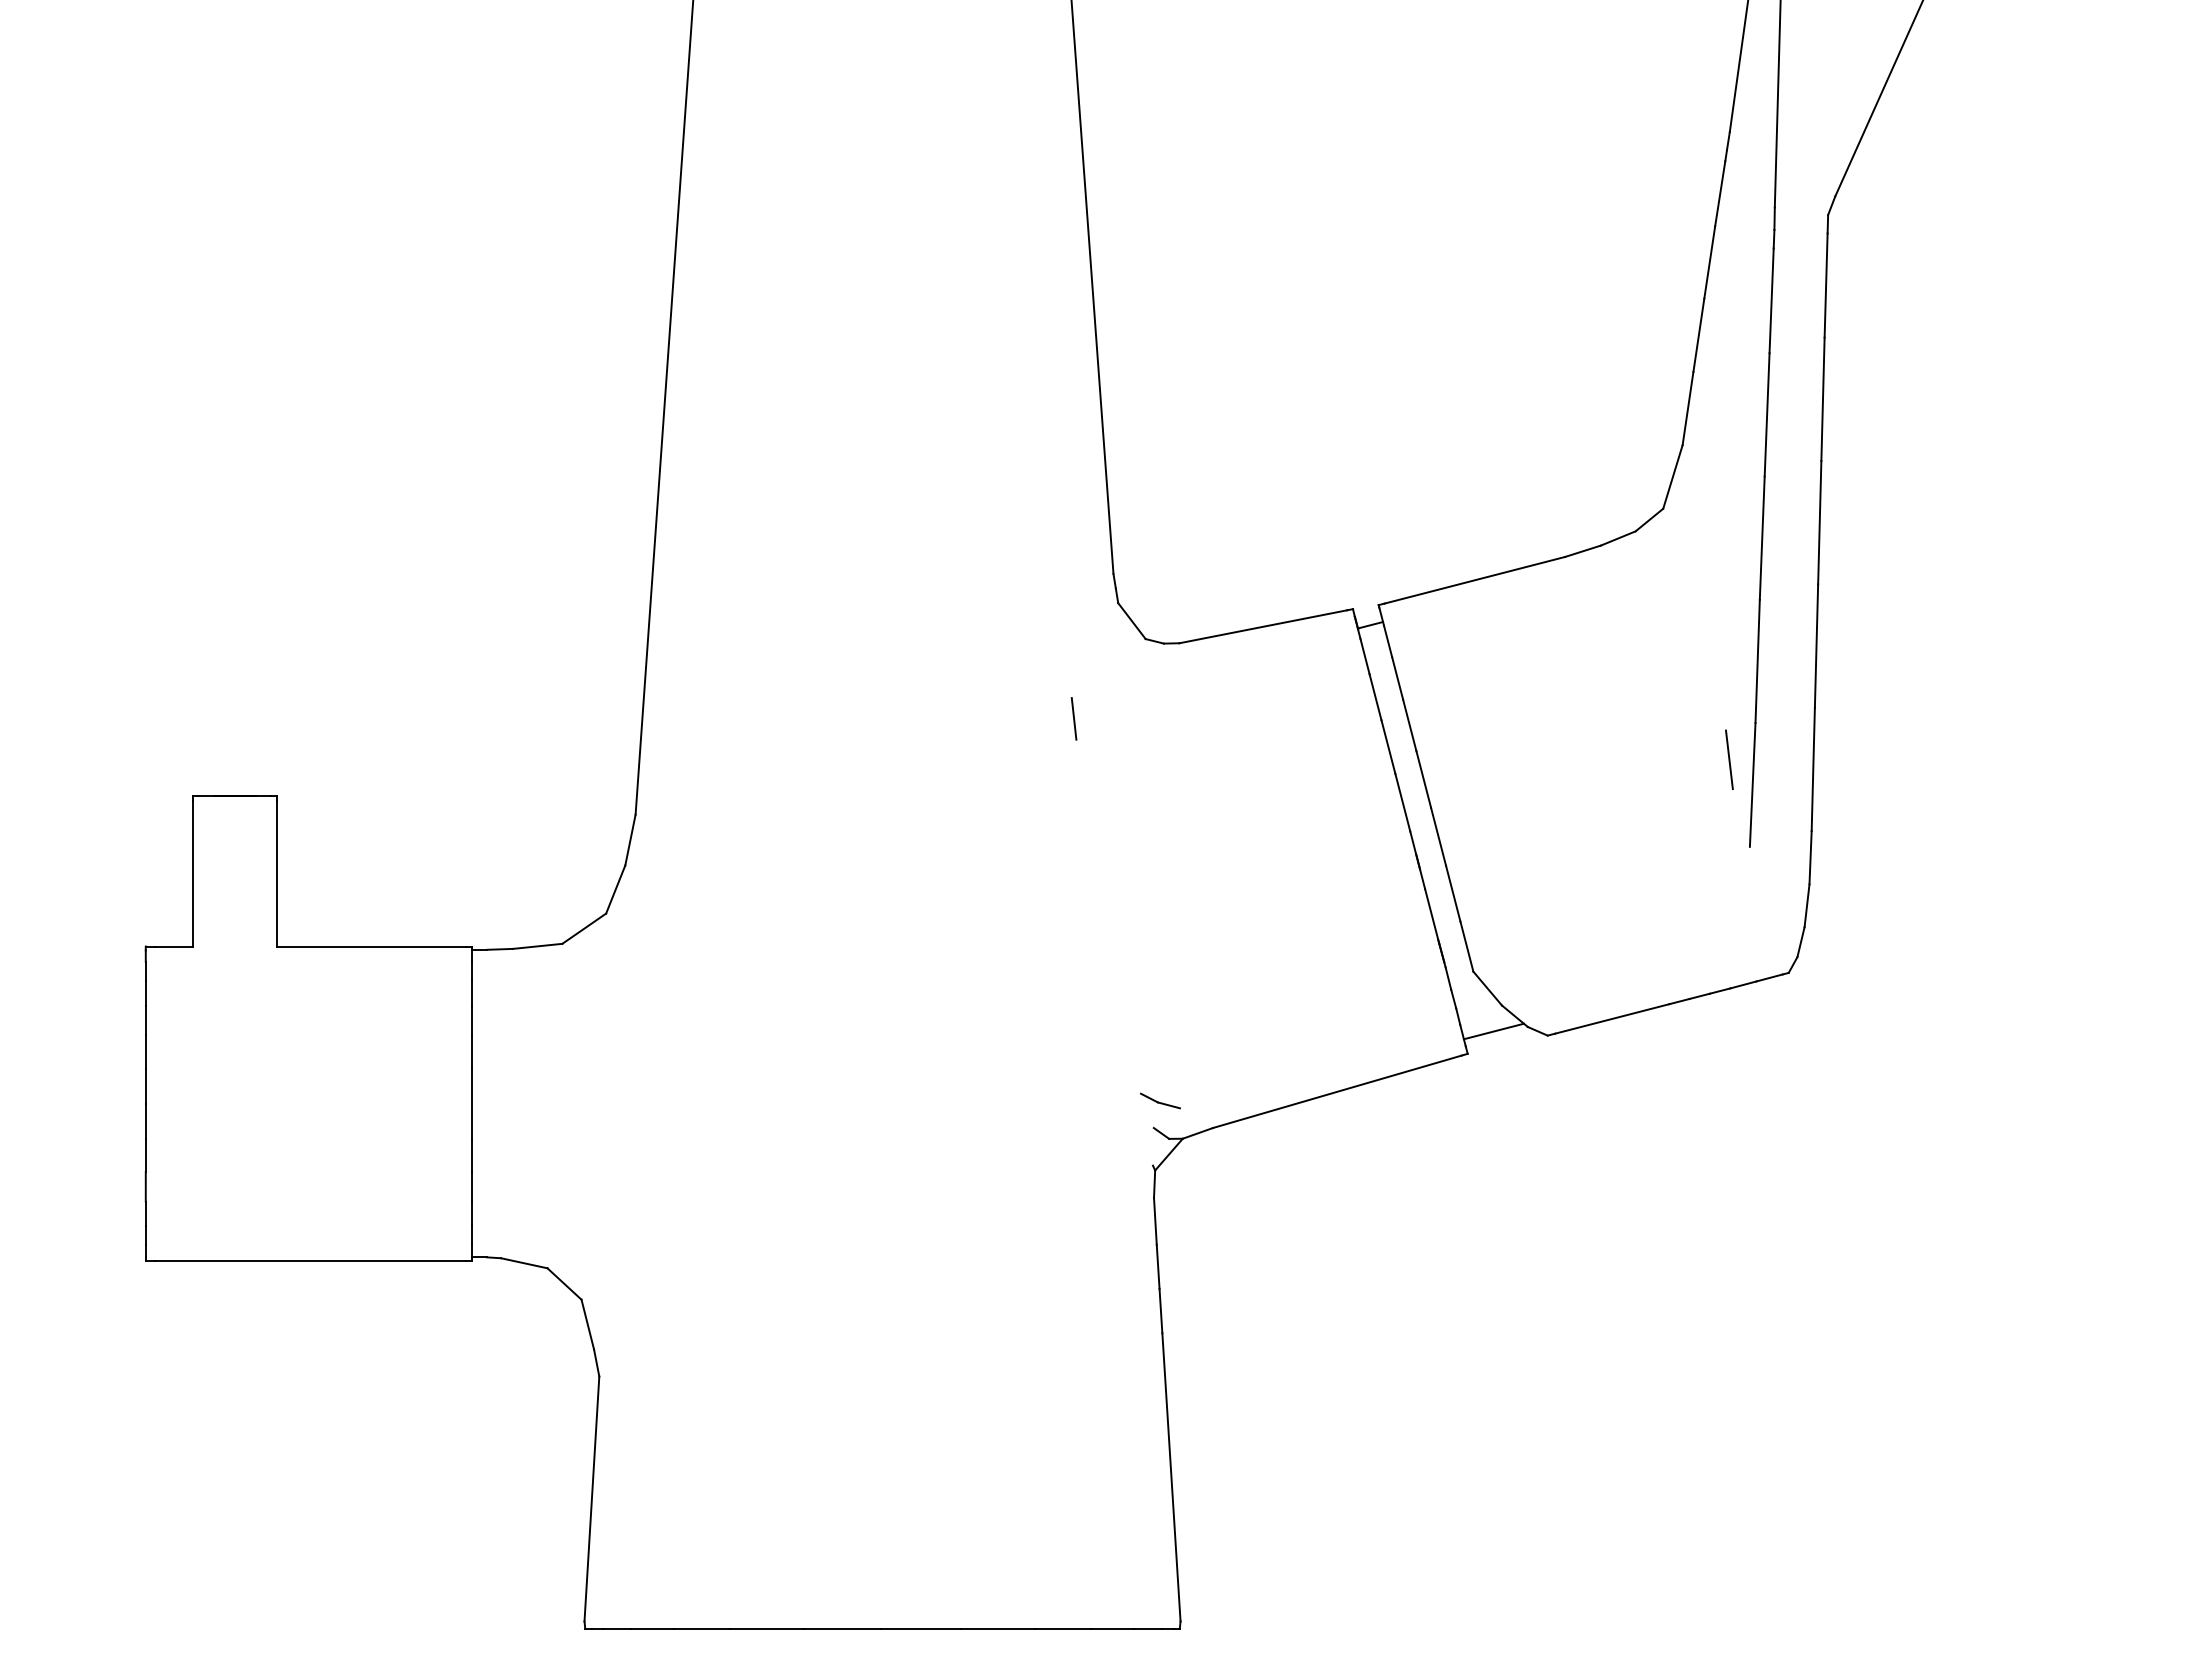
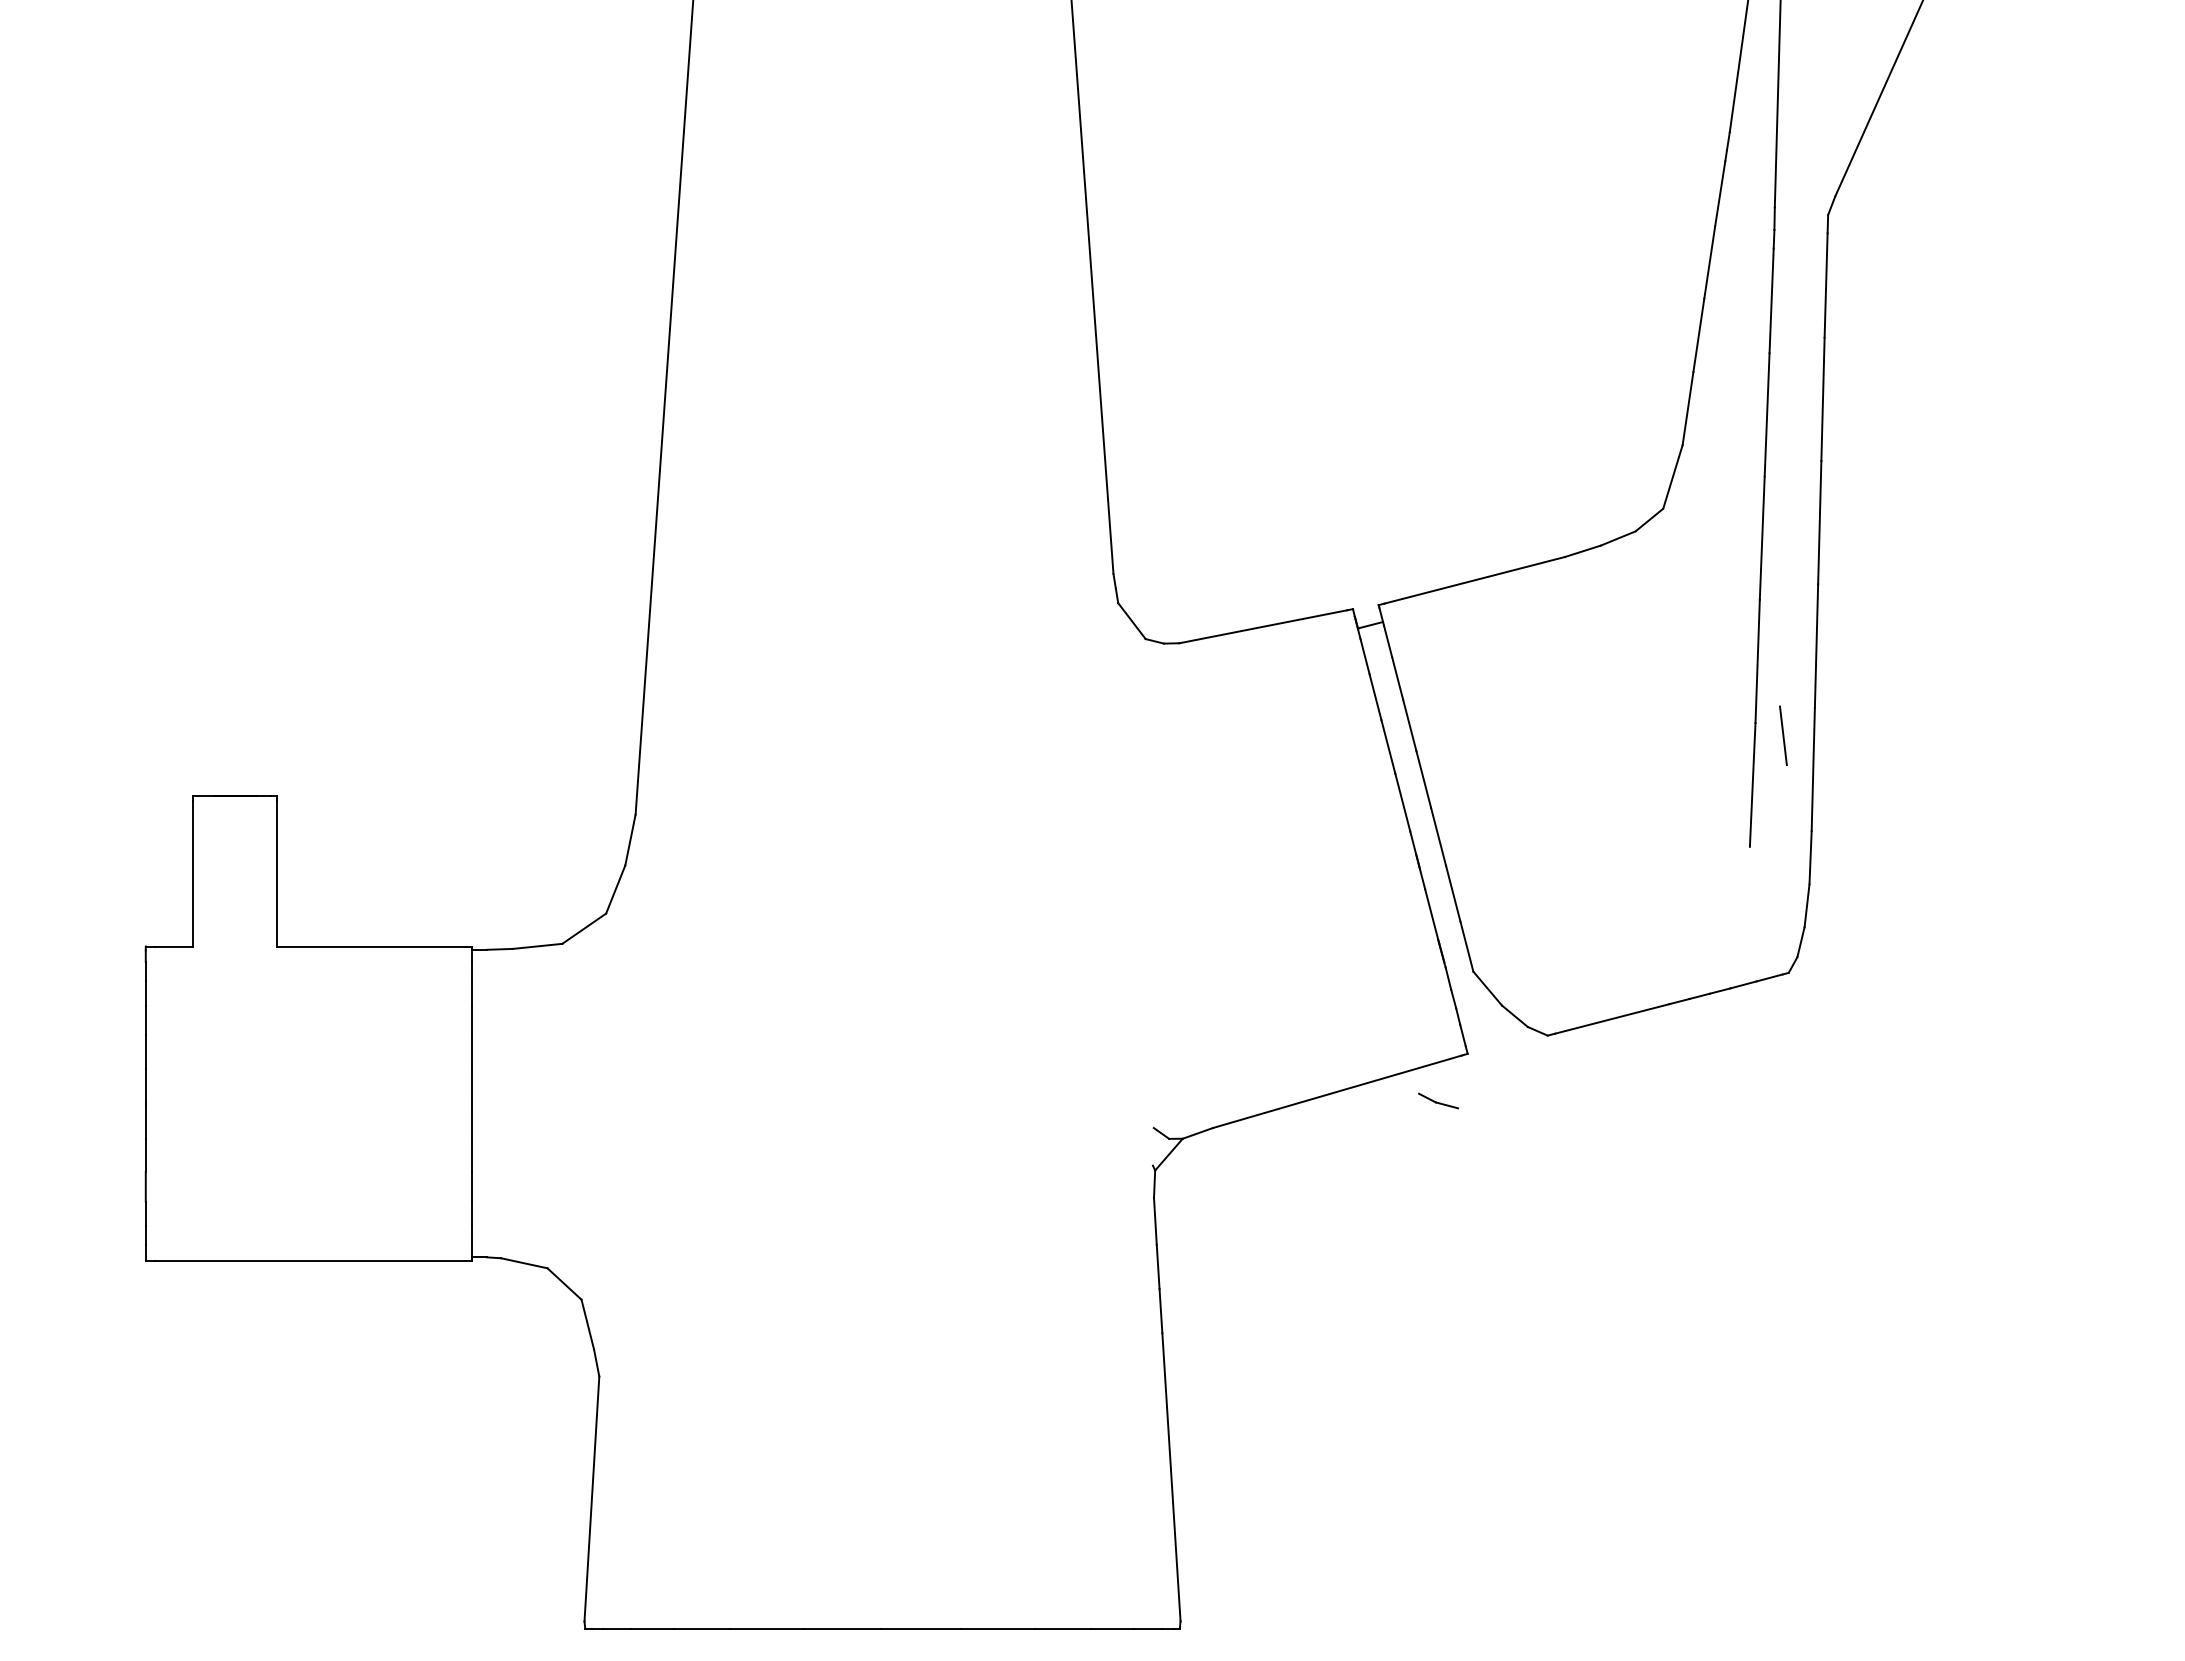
line at (1073, 718): present -> none
line at (1729, 759) position: (1729, 759) -> (1783, 735)
line at (1493, 1031): present -> none
part at (1160, 1100) position: (1160, 1100) -> (1438, 1100)
